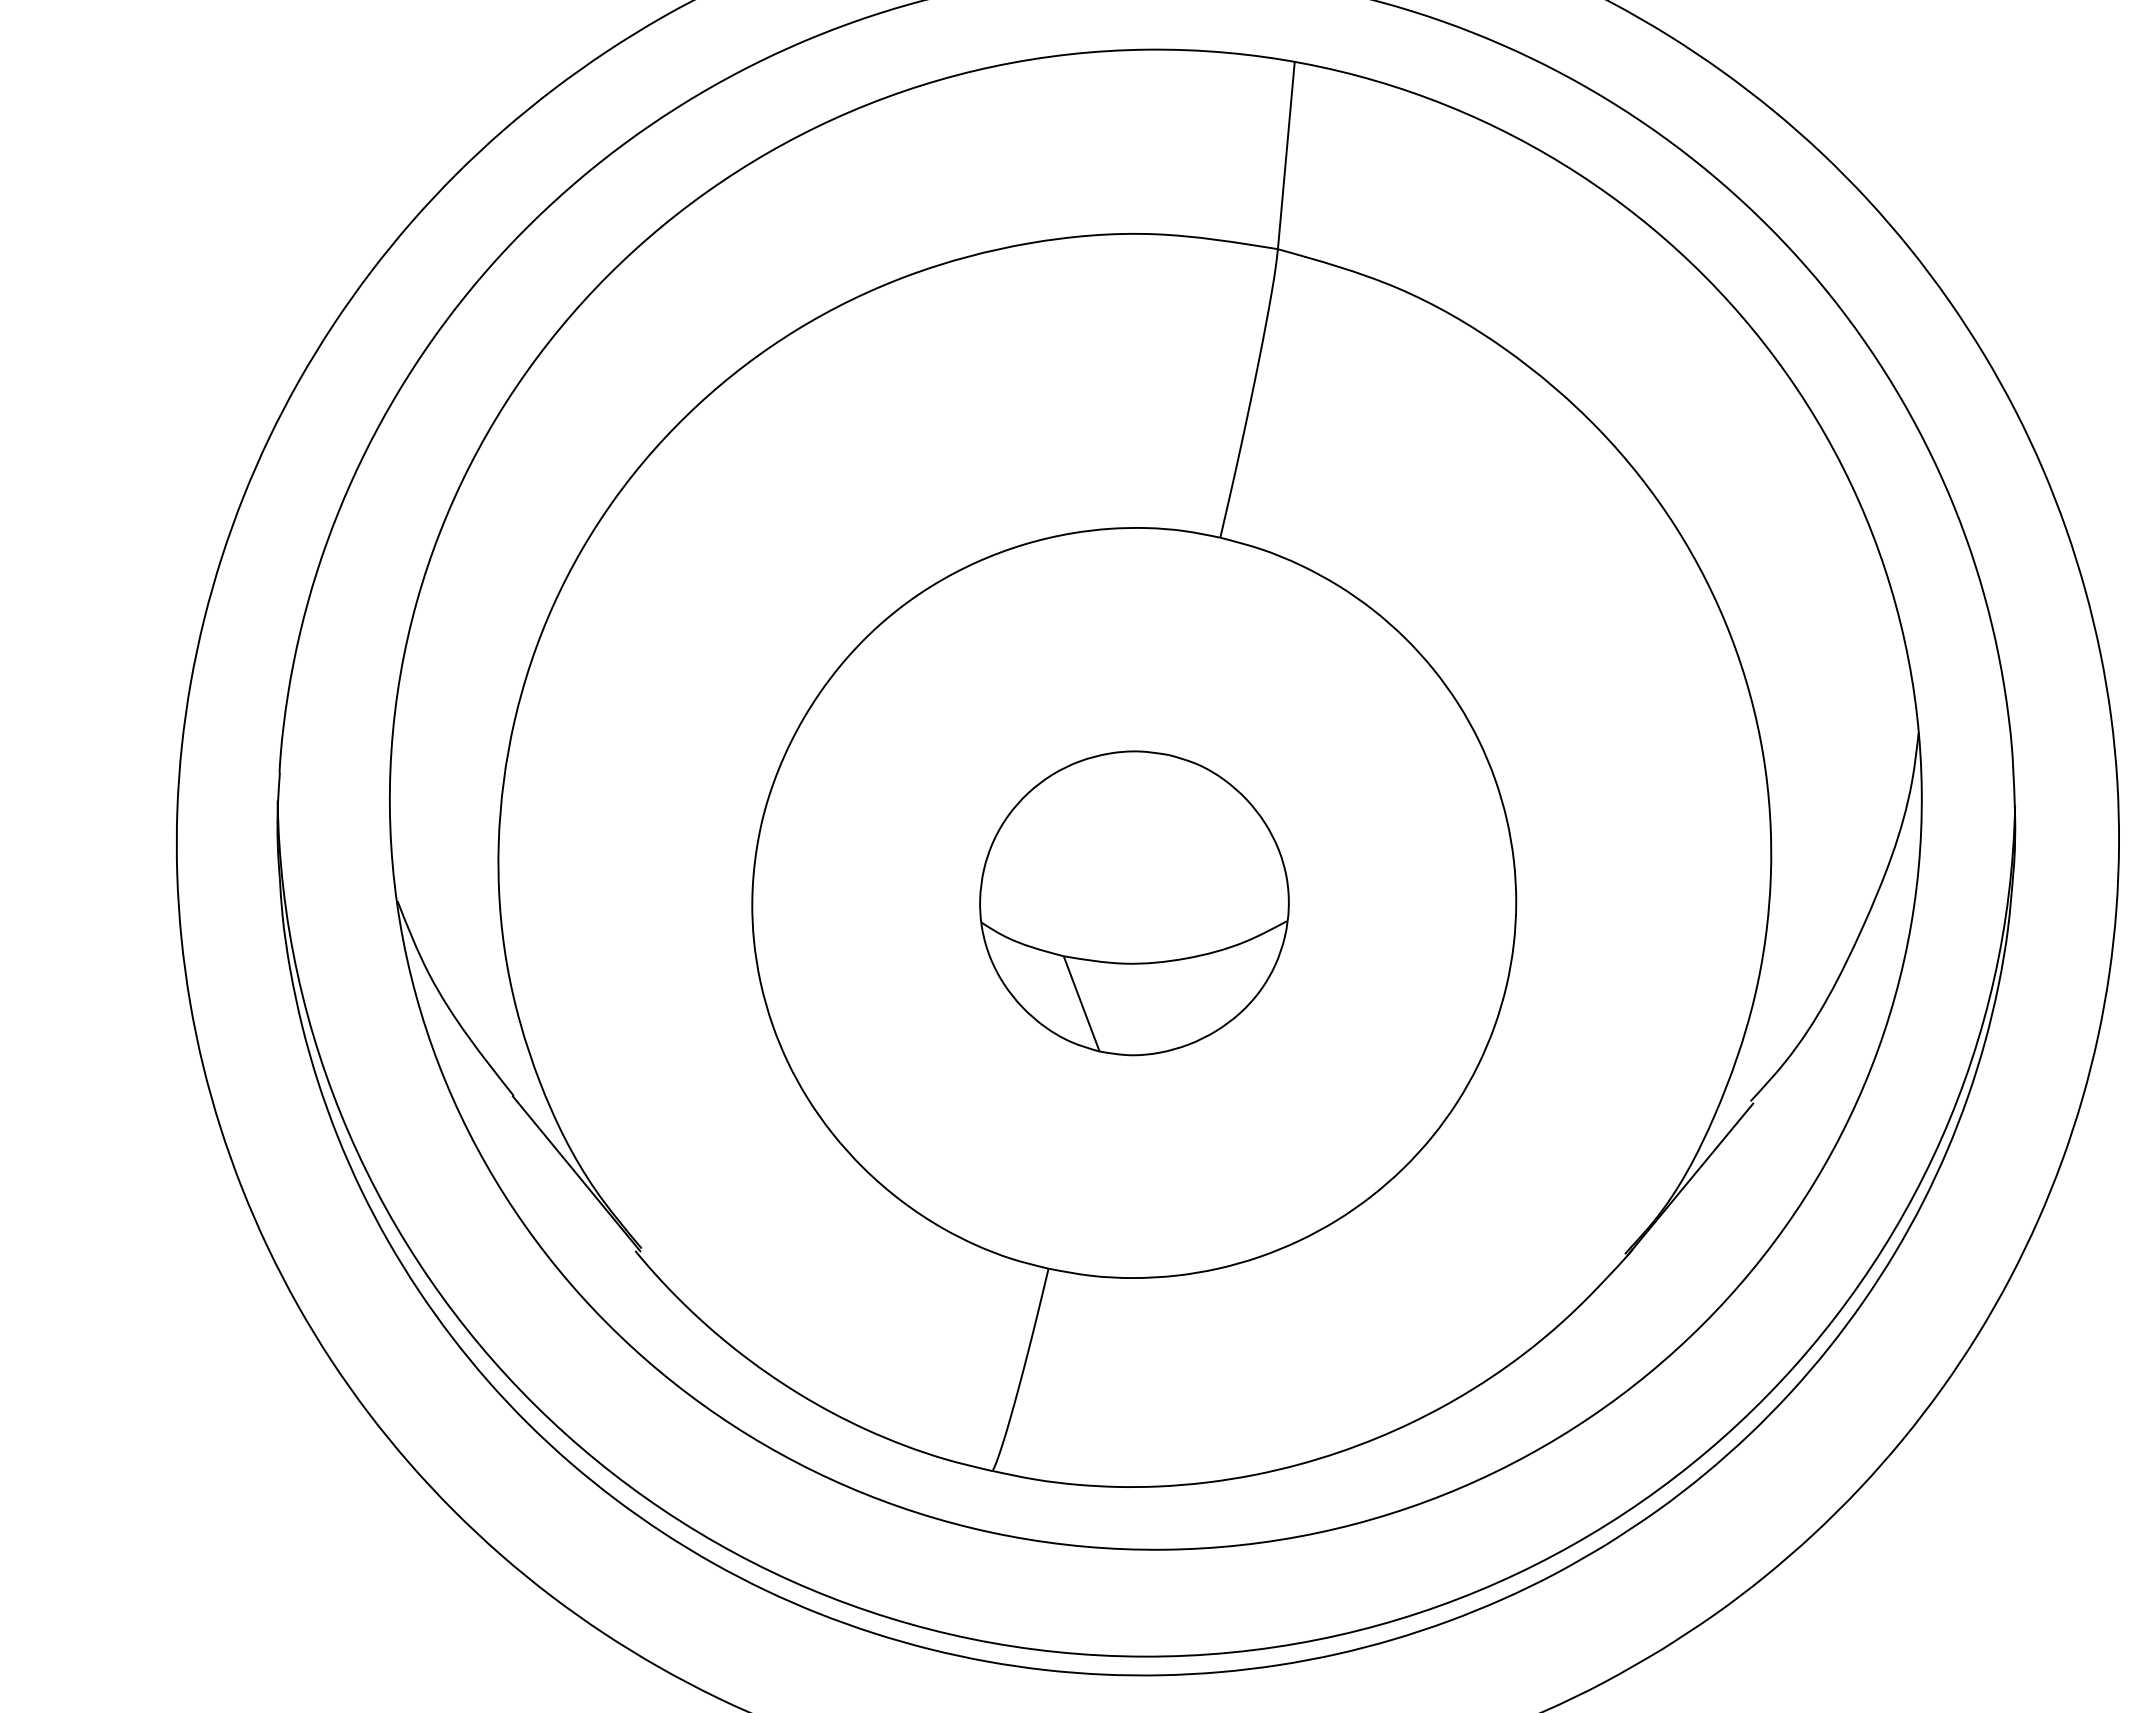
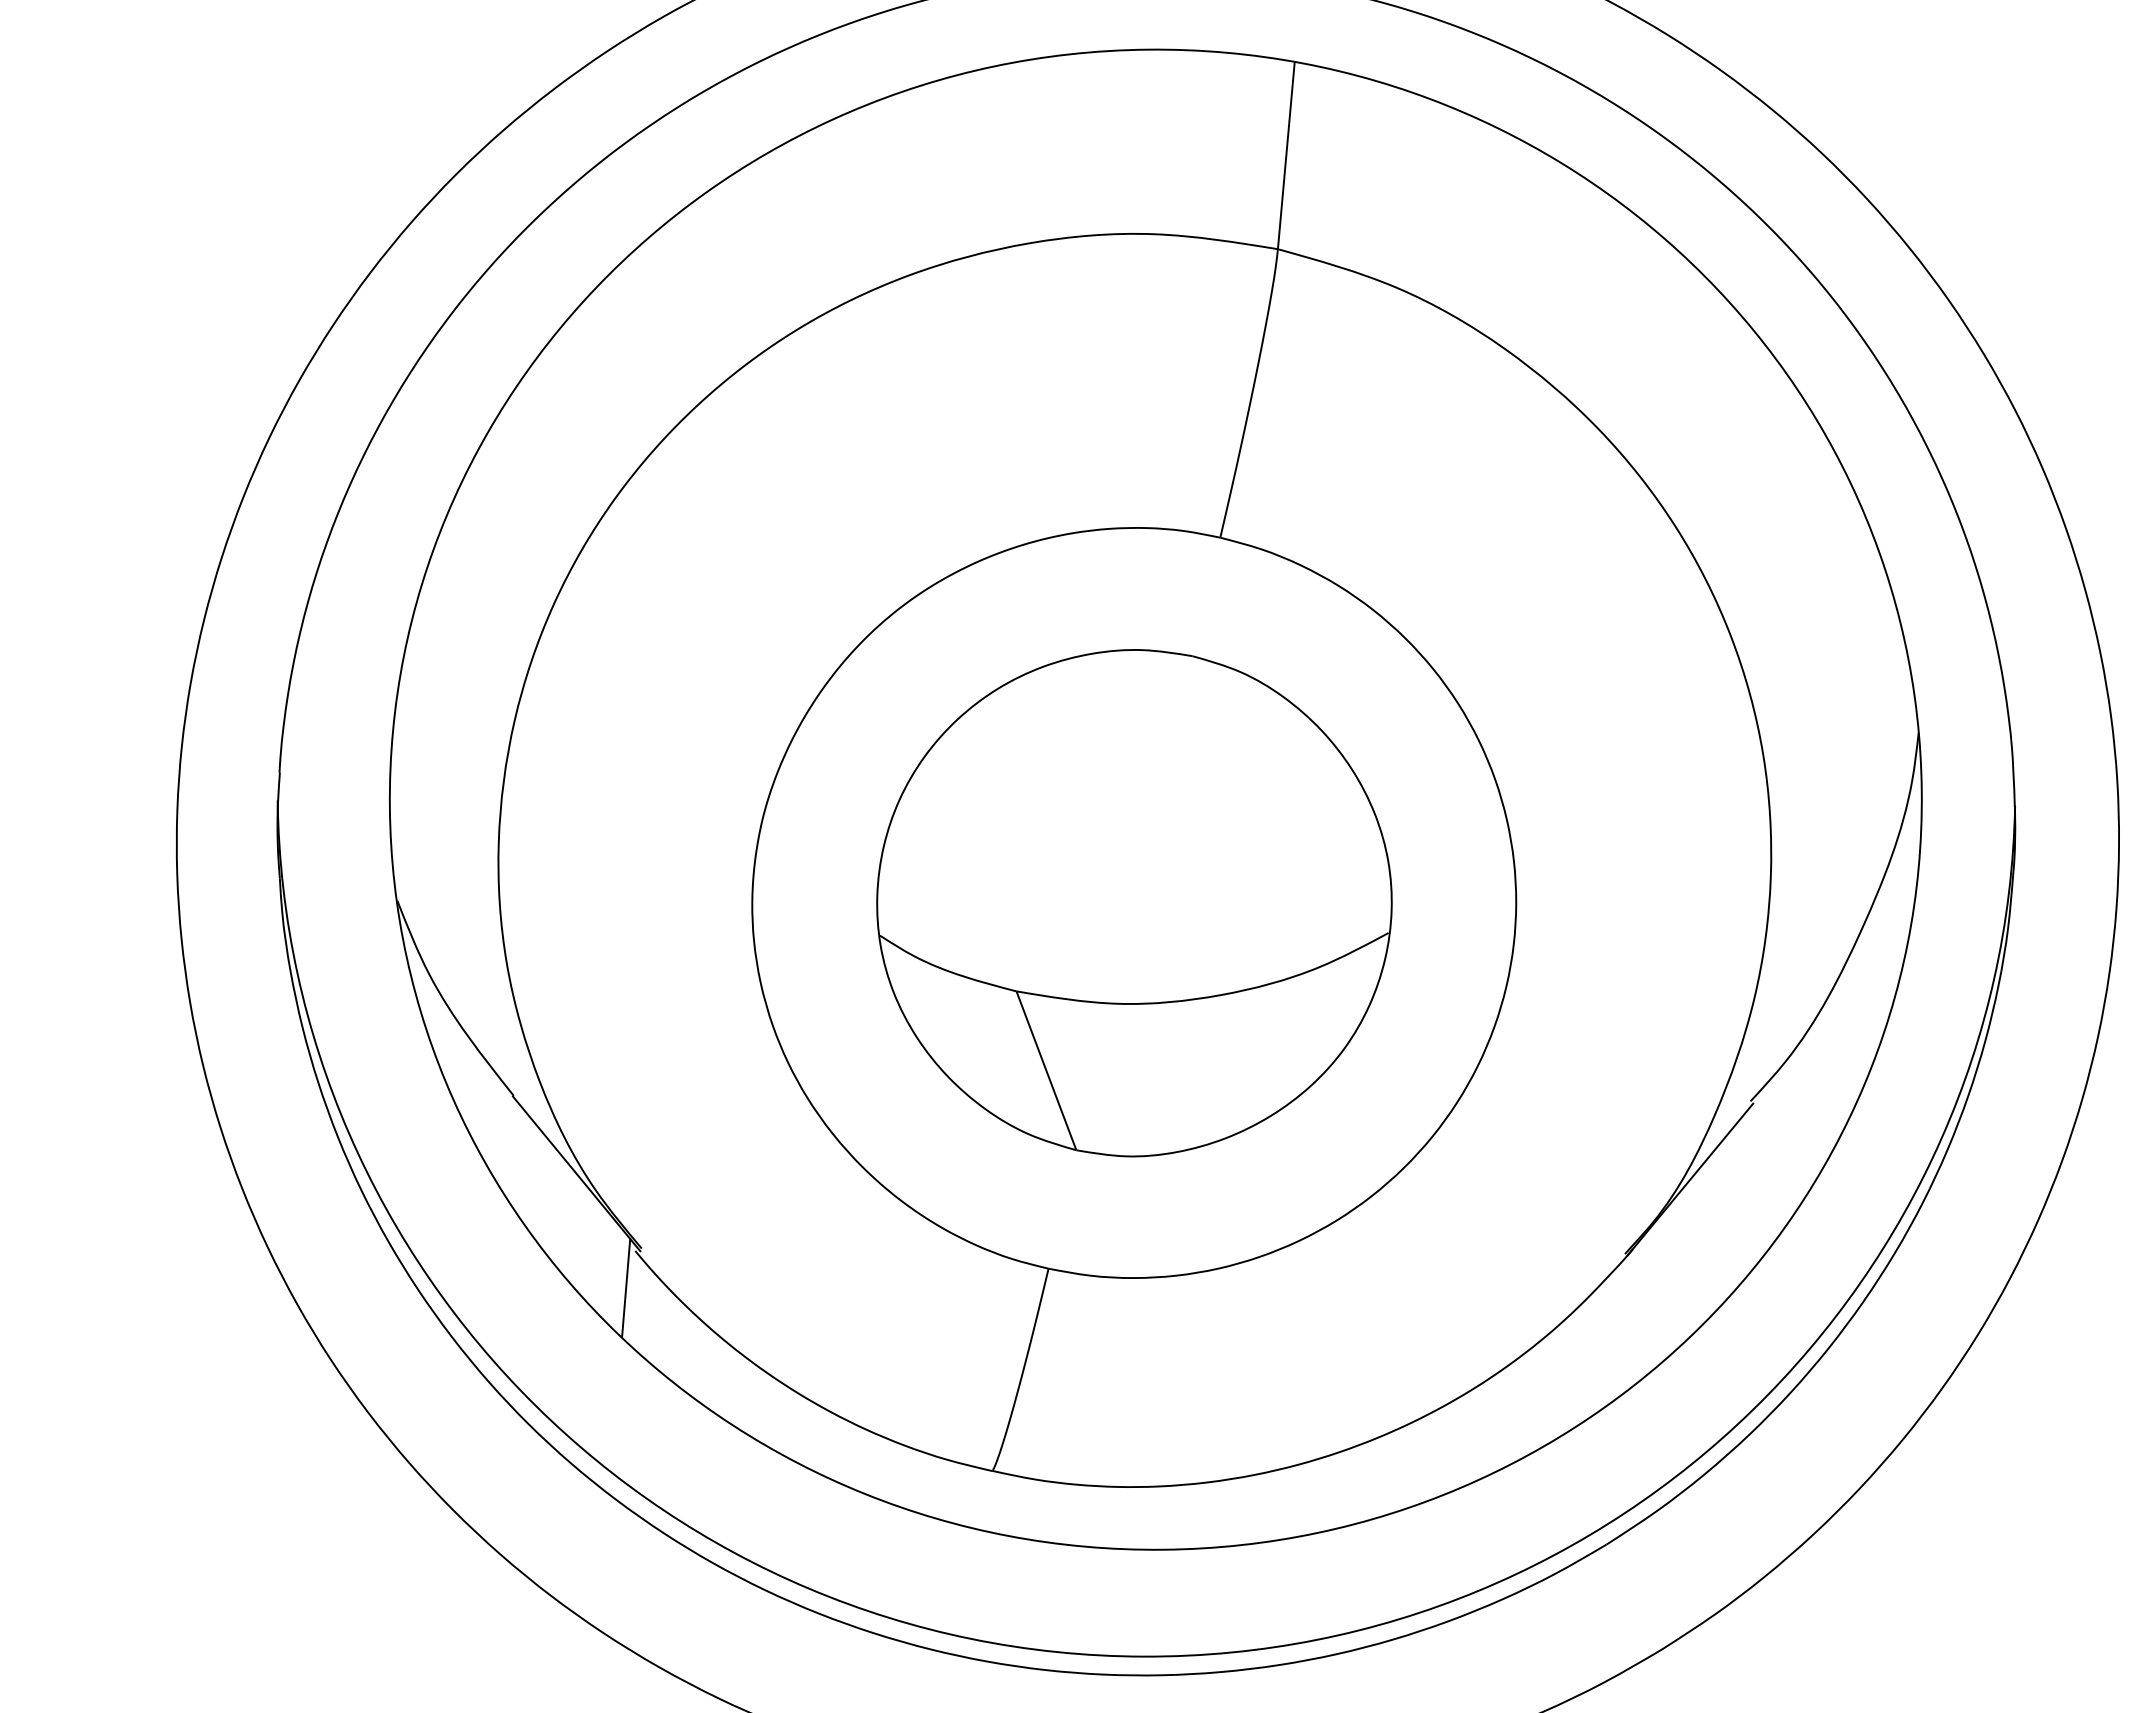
part at (1134, 903) size: 311x307 px -> 517x509 px
line at (626, 1287): none -> present
